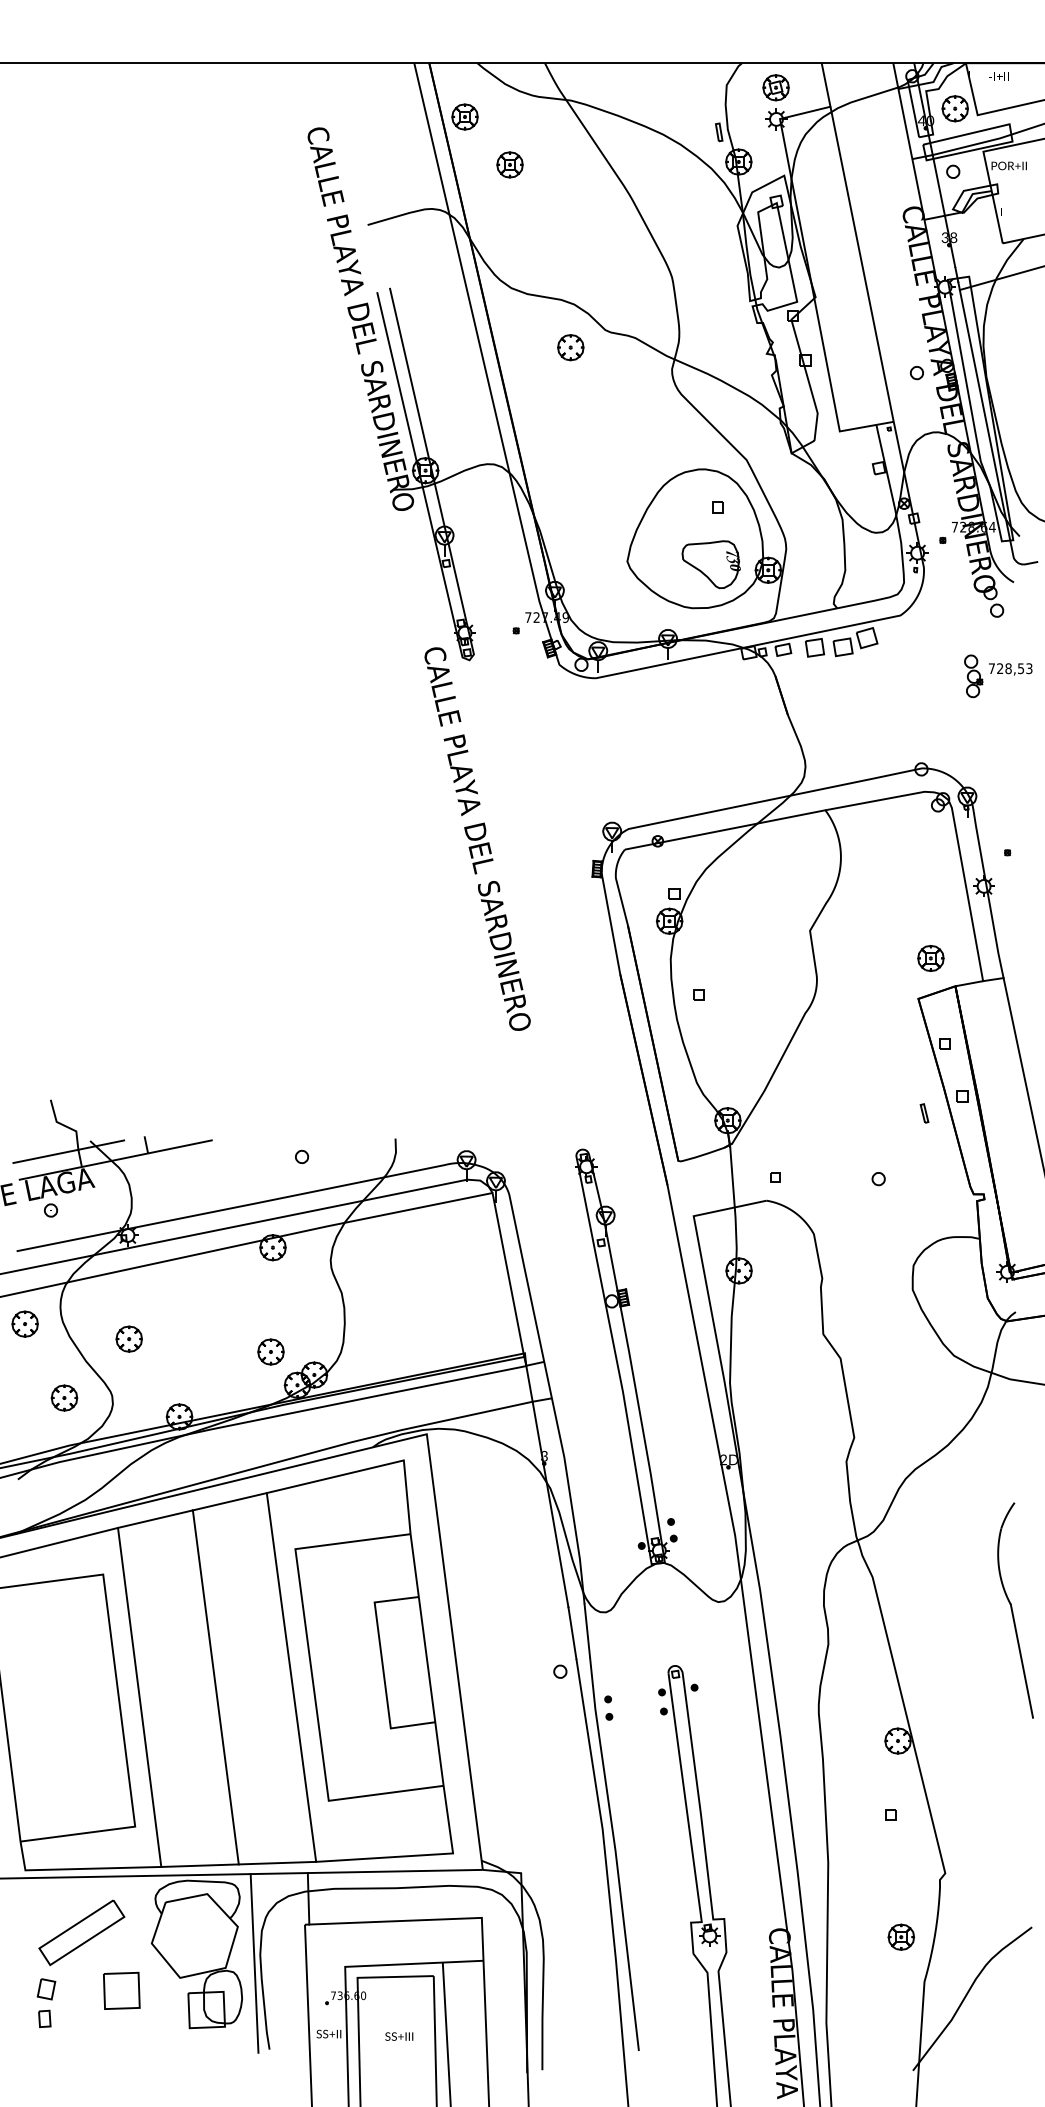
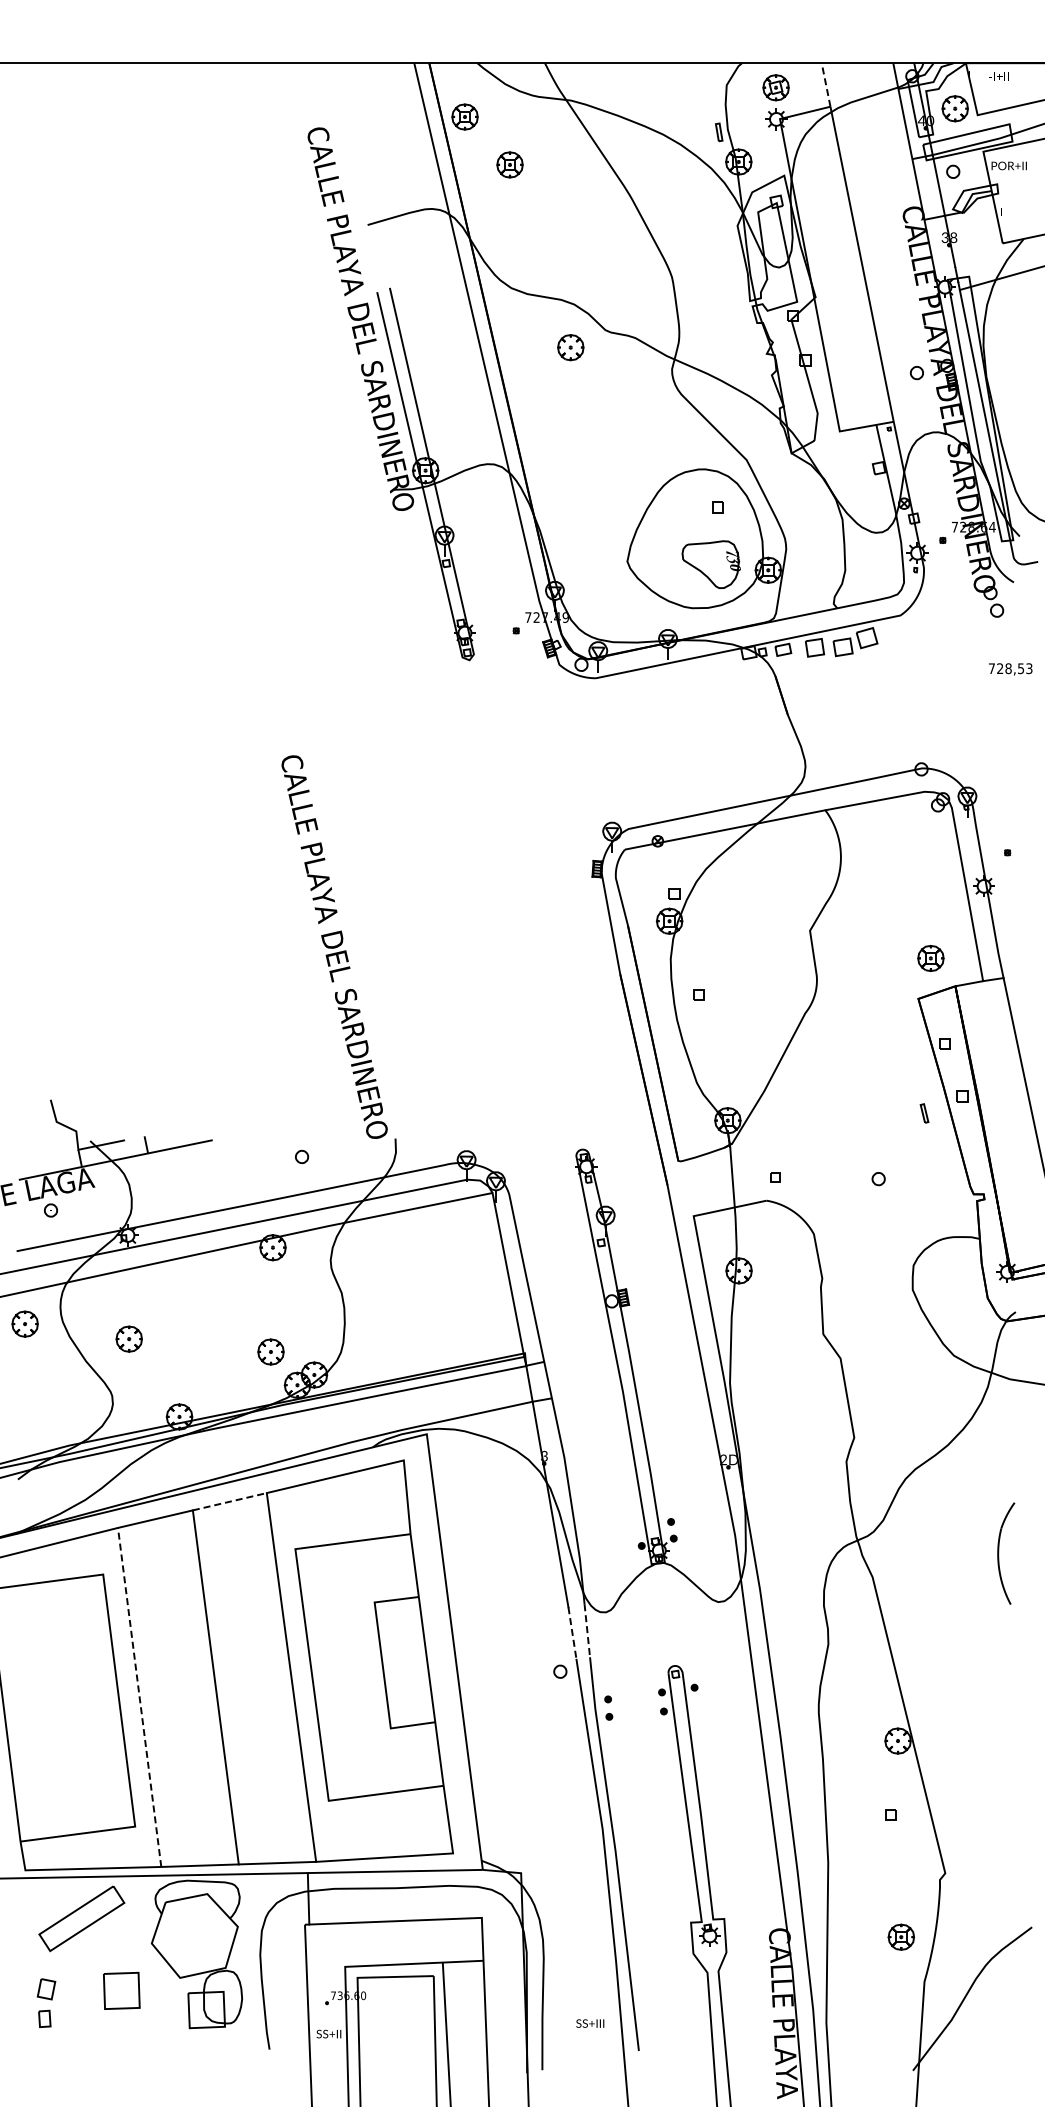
line at (826, 84): solid -> dashed
part at (973, 676): present -> none
text at (477, 838) position: (477, 838) -> (334, 946)
line at (45, 1156): present -> none
part at (64, 1397): present -> none
line at (229, 1501): solid -> dashed
line at (587, 1630): solid -> dashed
line at (572, 1633): solid -> dashed
line at (1021, 1660): present -> none
line at (139, 1697): solid -> dashed
part at (81, 1932) position: (81, 1932) -> (81, 1918)
line at (254, 1963): present -> none
text at (399, 2036) position: (399, 2036) -> (590, 2023)
